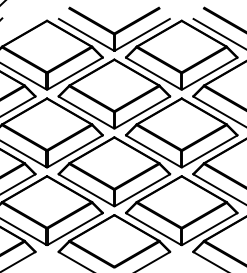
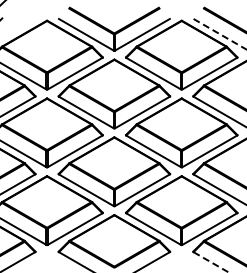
line at (220, 34): solid -> dashed
line at (211, 262): solid -> dashed
